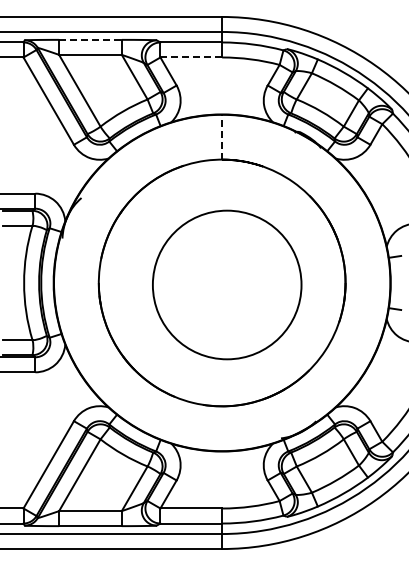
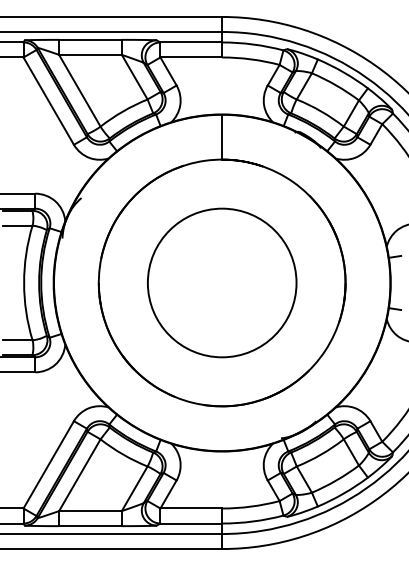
line at (90, 39): dashed -> solid
line at (191, 57): dashed -> solid
line at (222, 136): dashed -> solid
circle at (227, 284) position: (227, 284) -> (222, 282)
